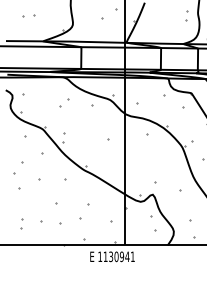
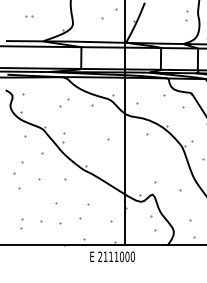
part at (28, 15) size: 14x4 px -> 9x3 px
text at (116, 256): 1130941 -> 2111000
